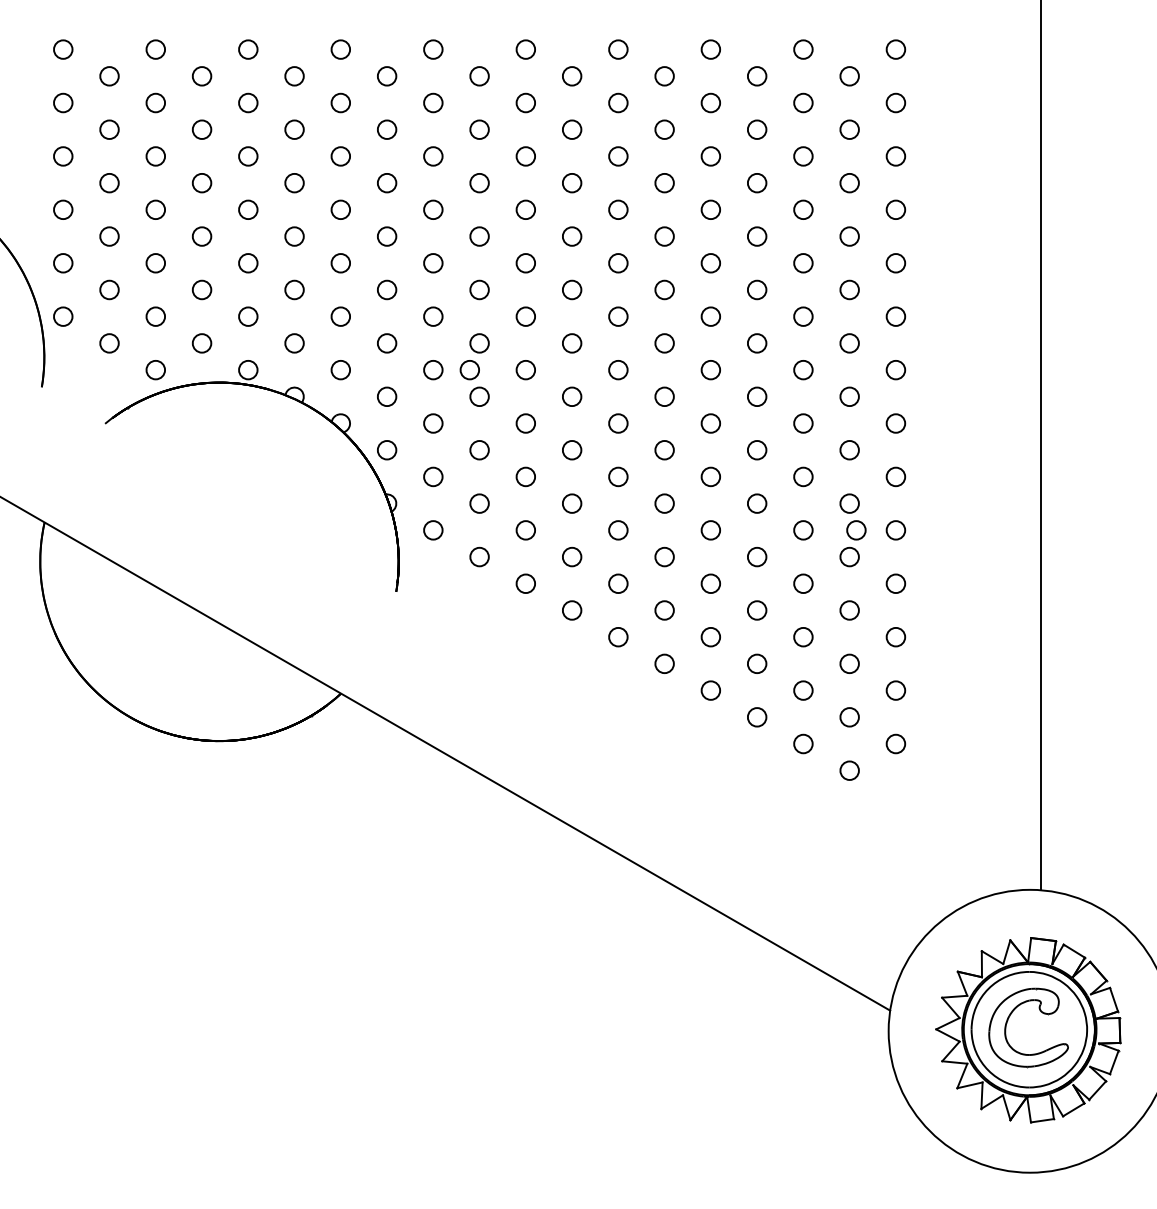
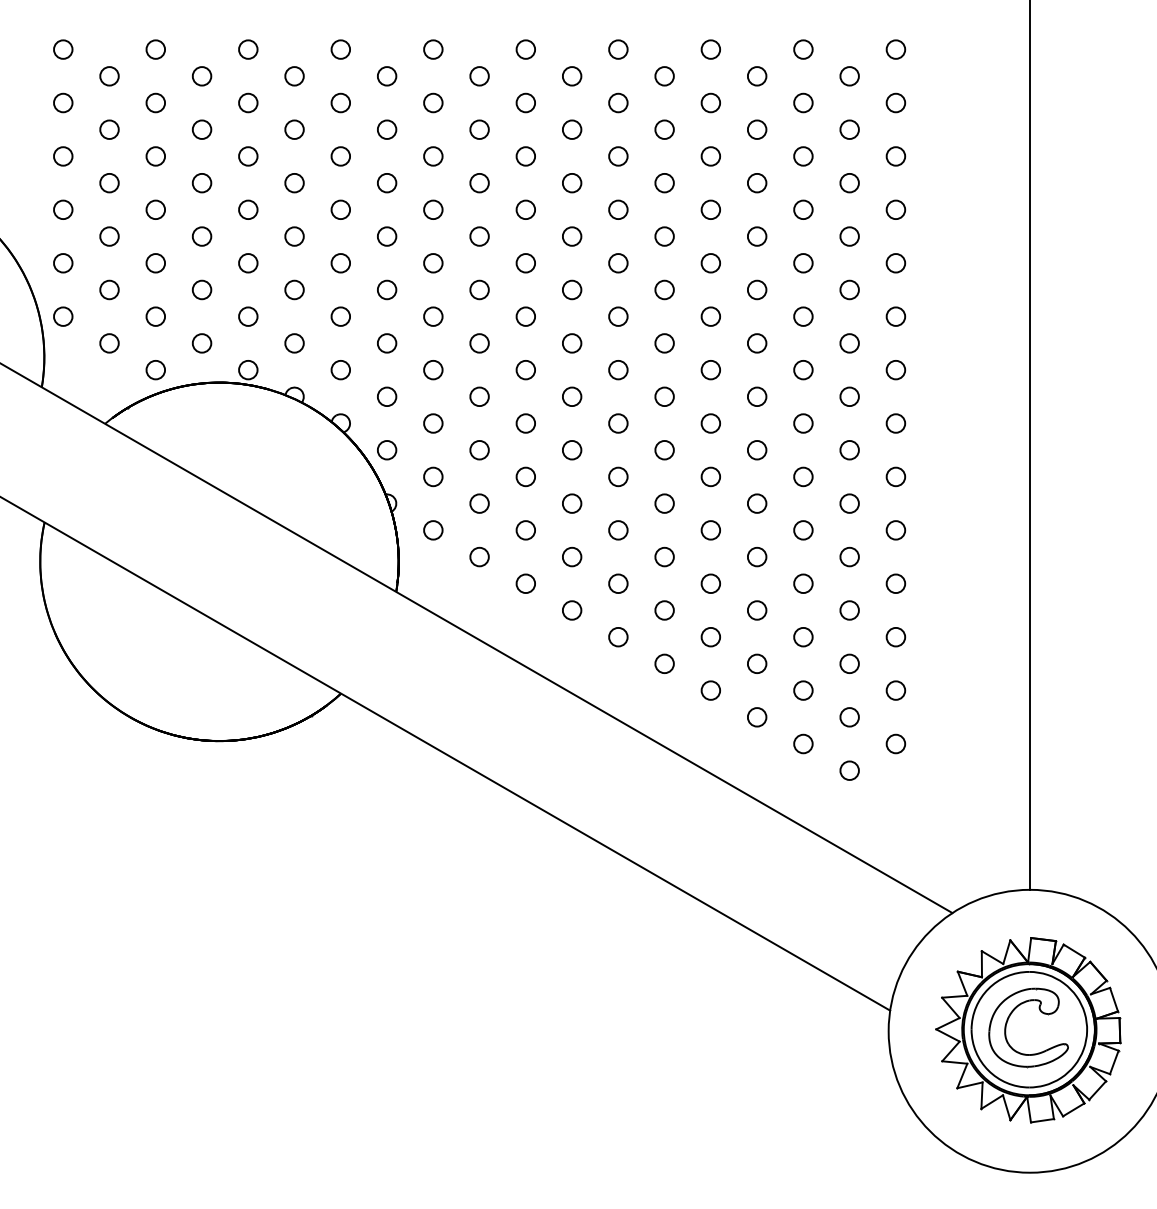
circle at (469, 370): present -> none
line at (1041, 445) position: (1041, 445) -> (1030, 445)
circle at (856, 530): present -> none
line at (477, 638): none -> present
